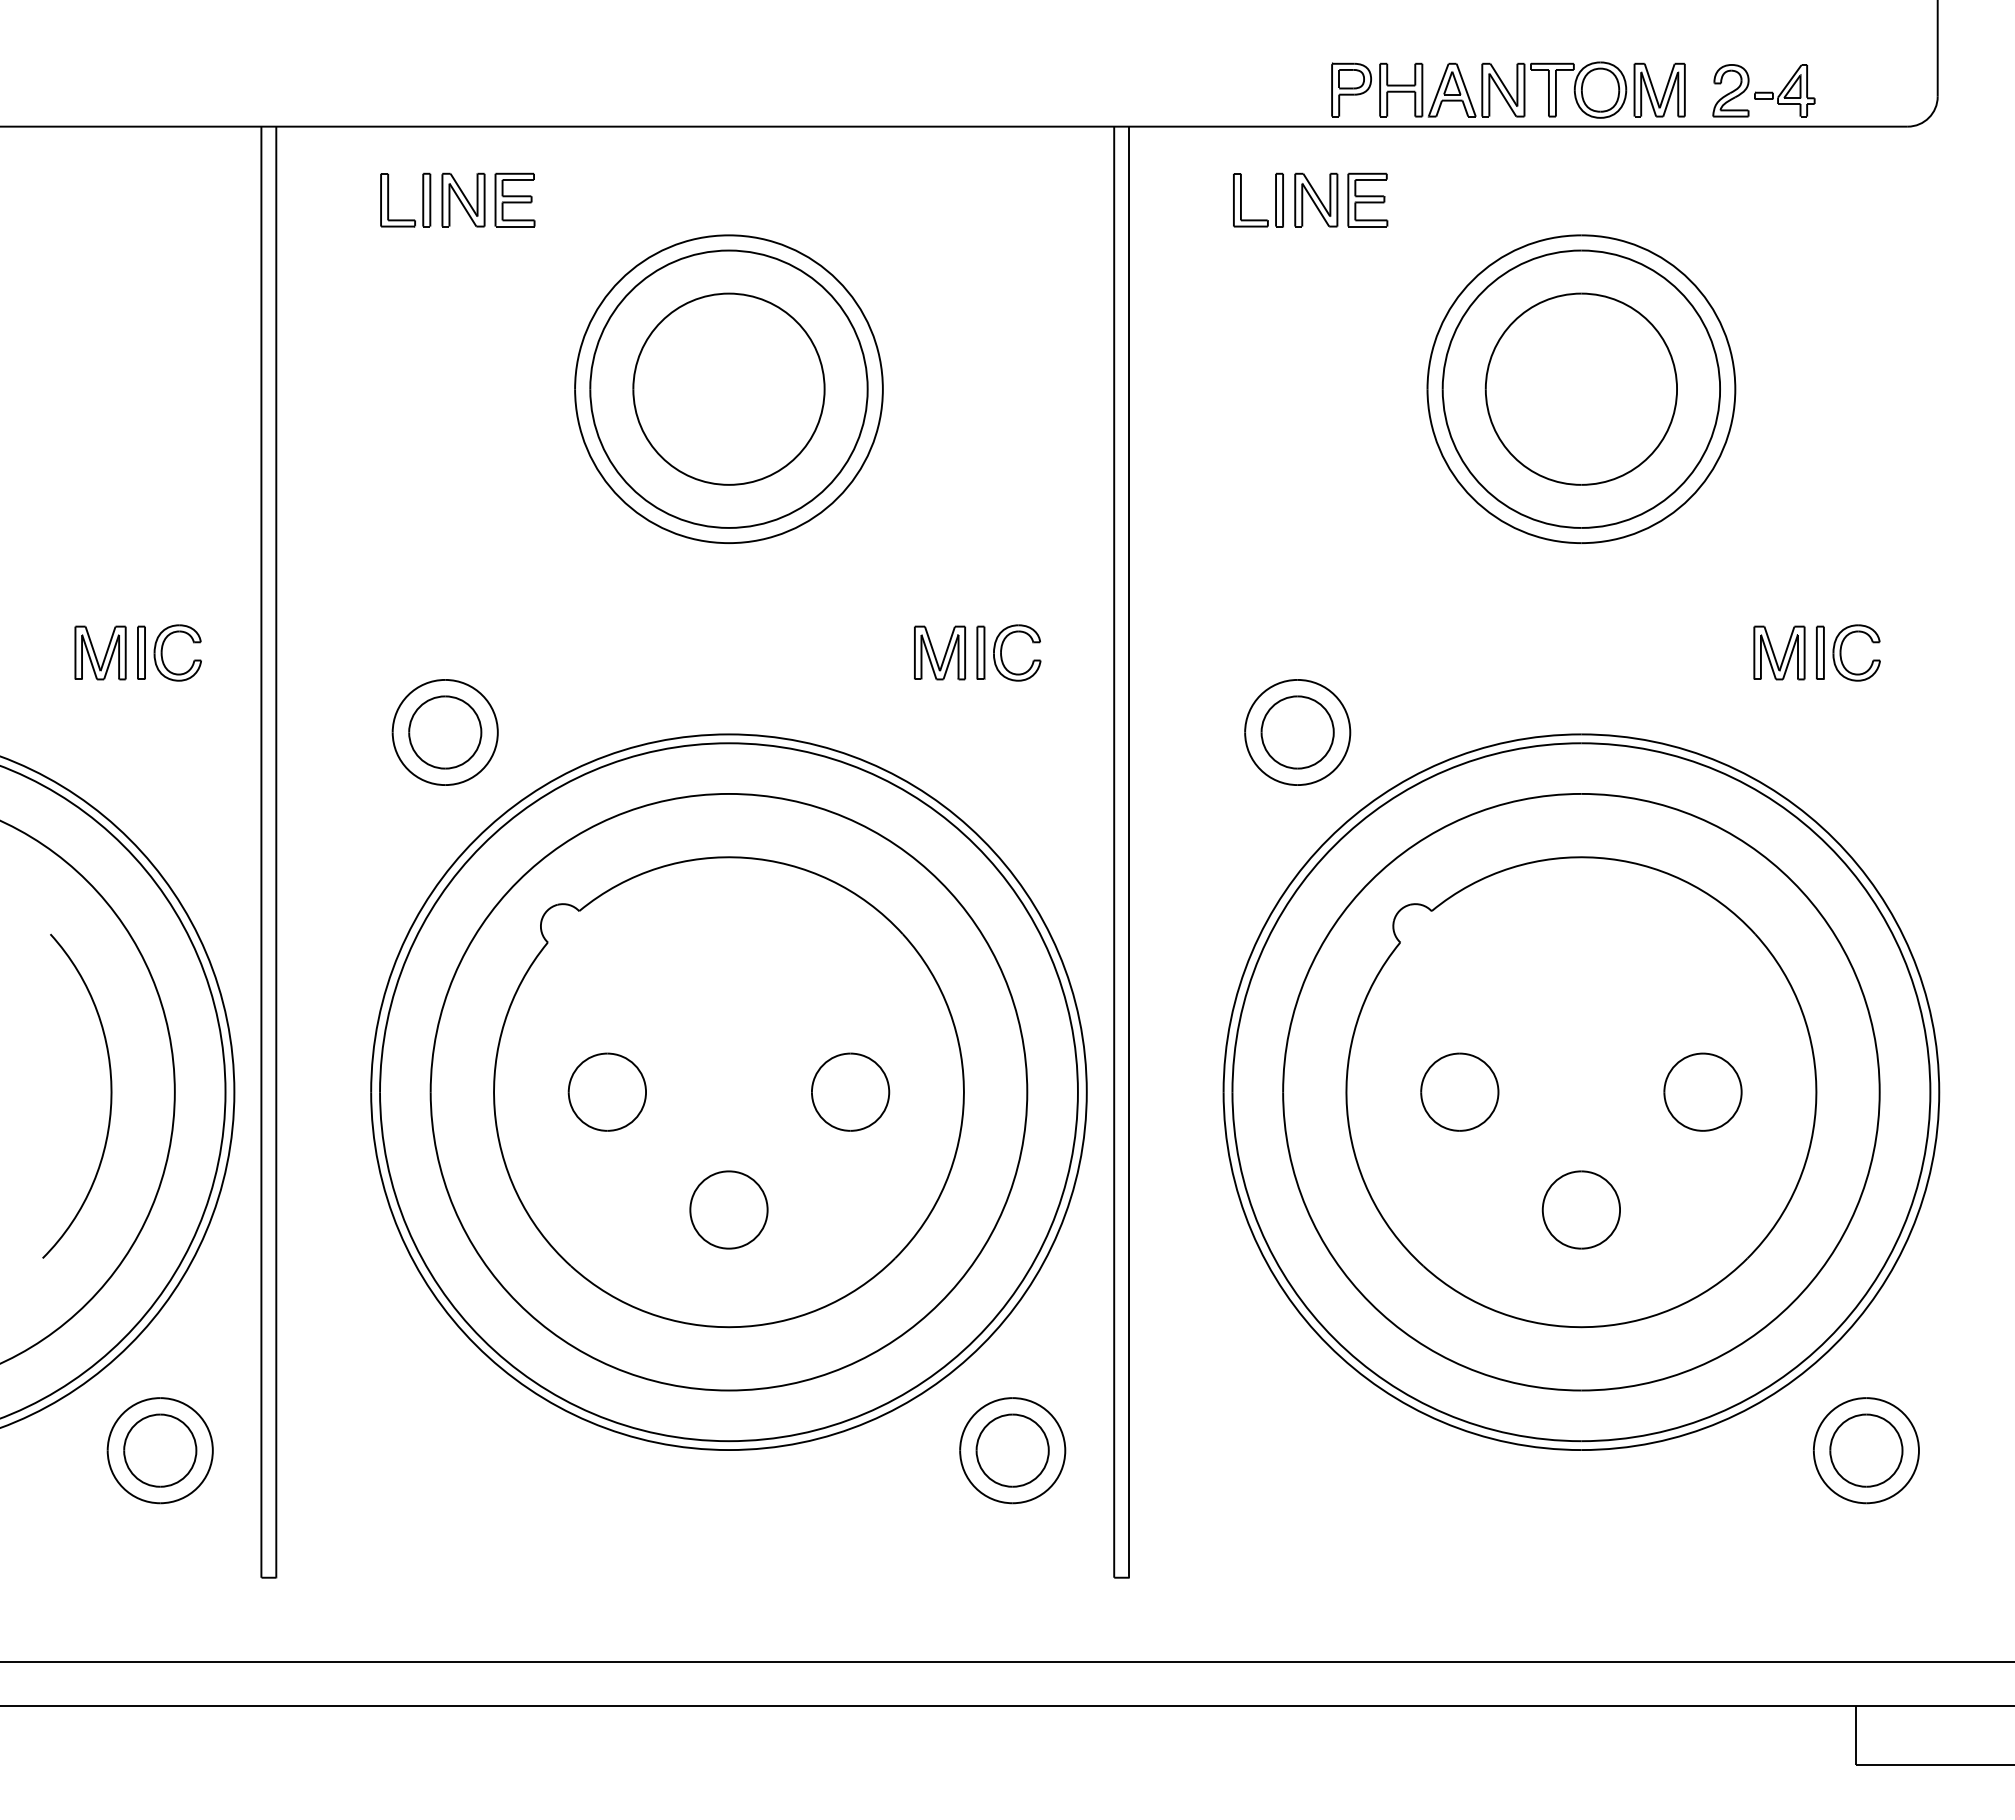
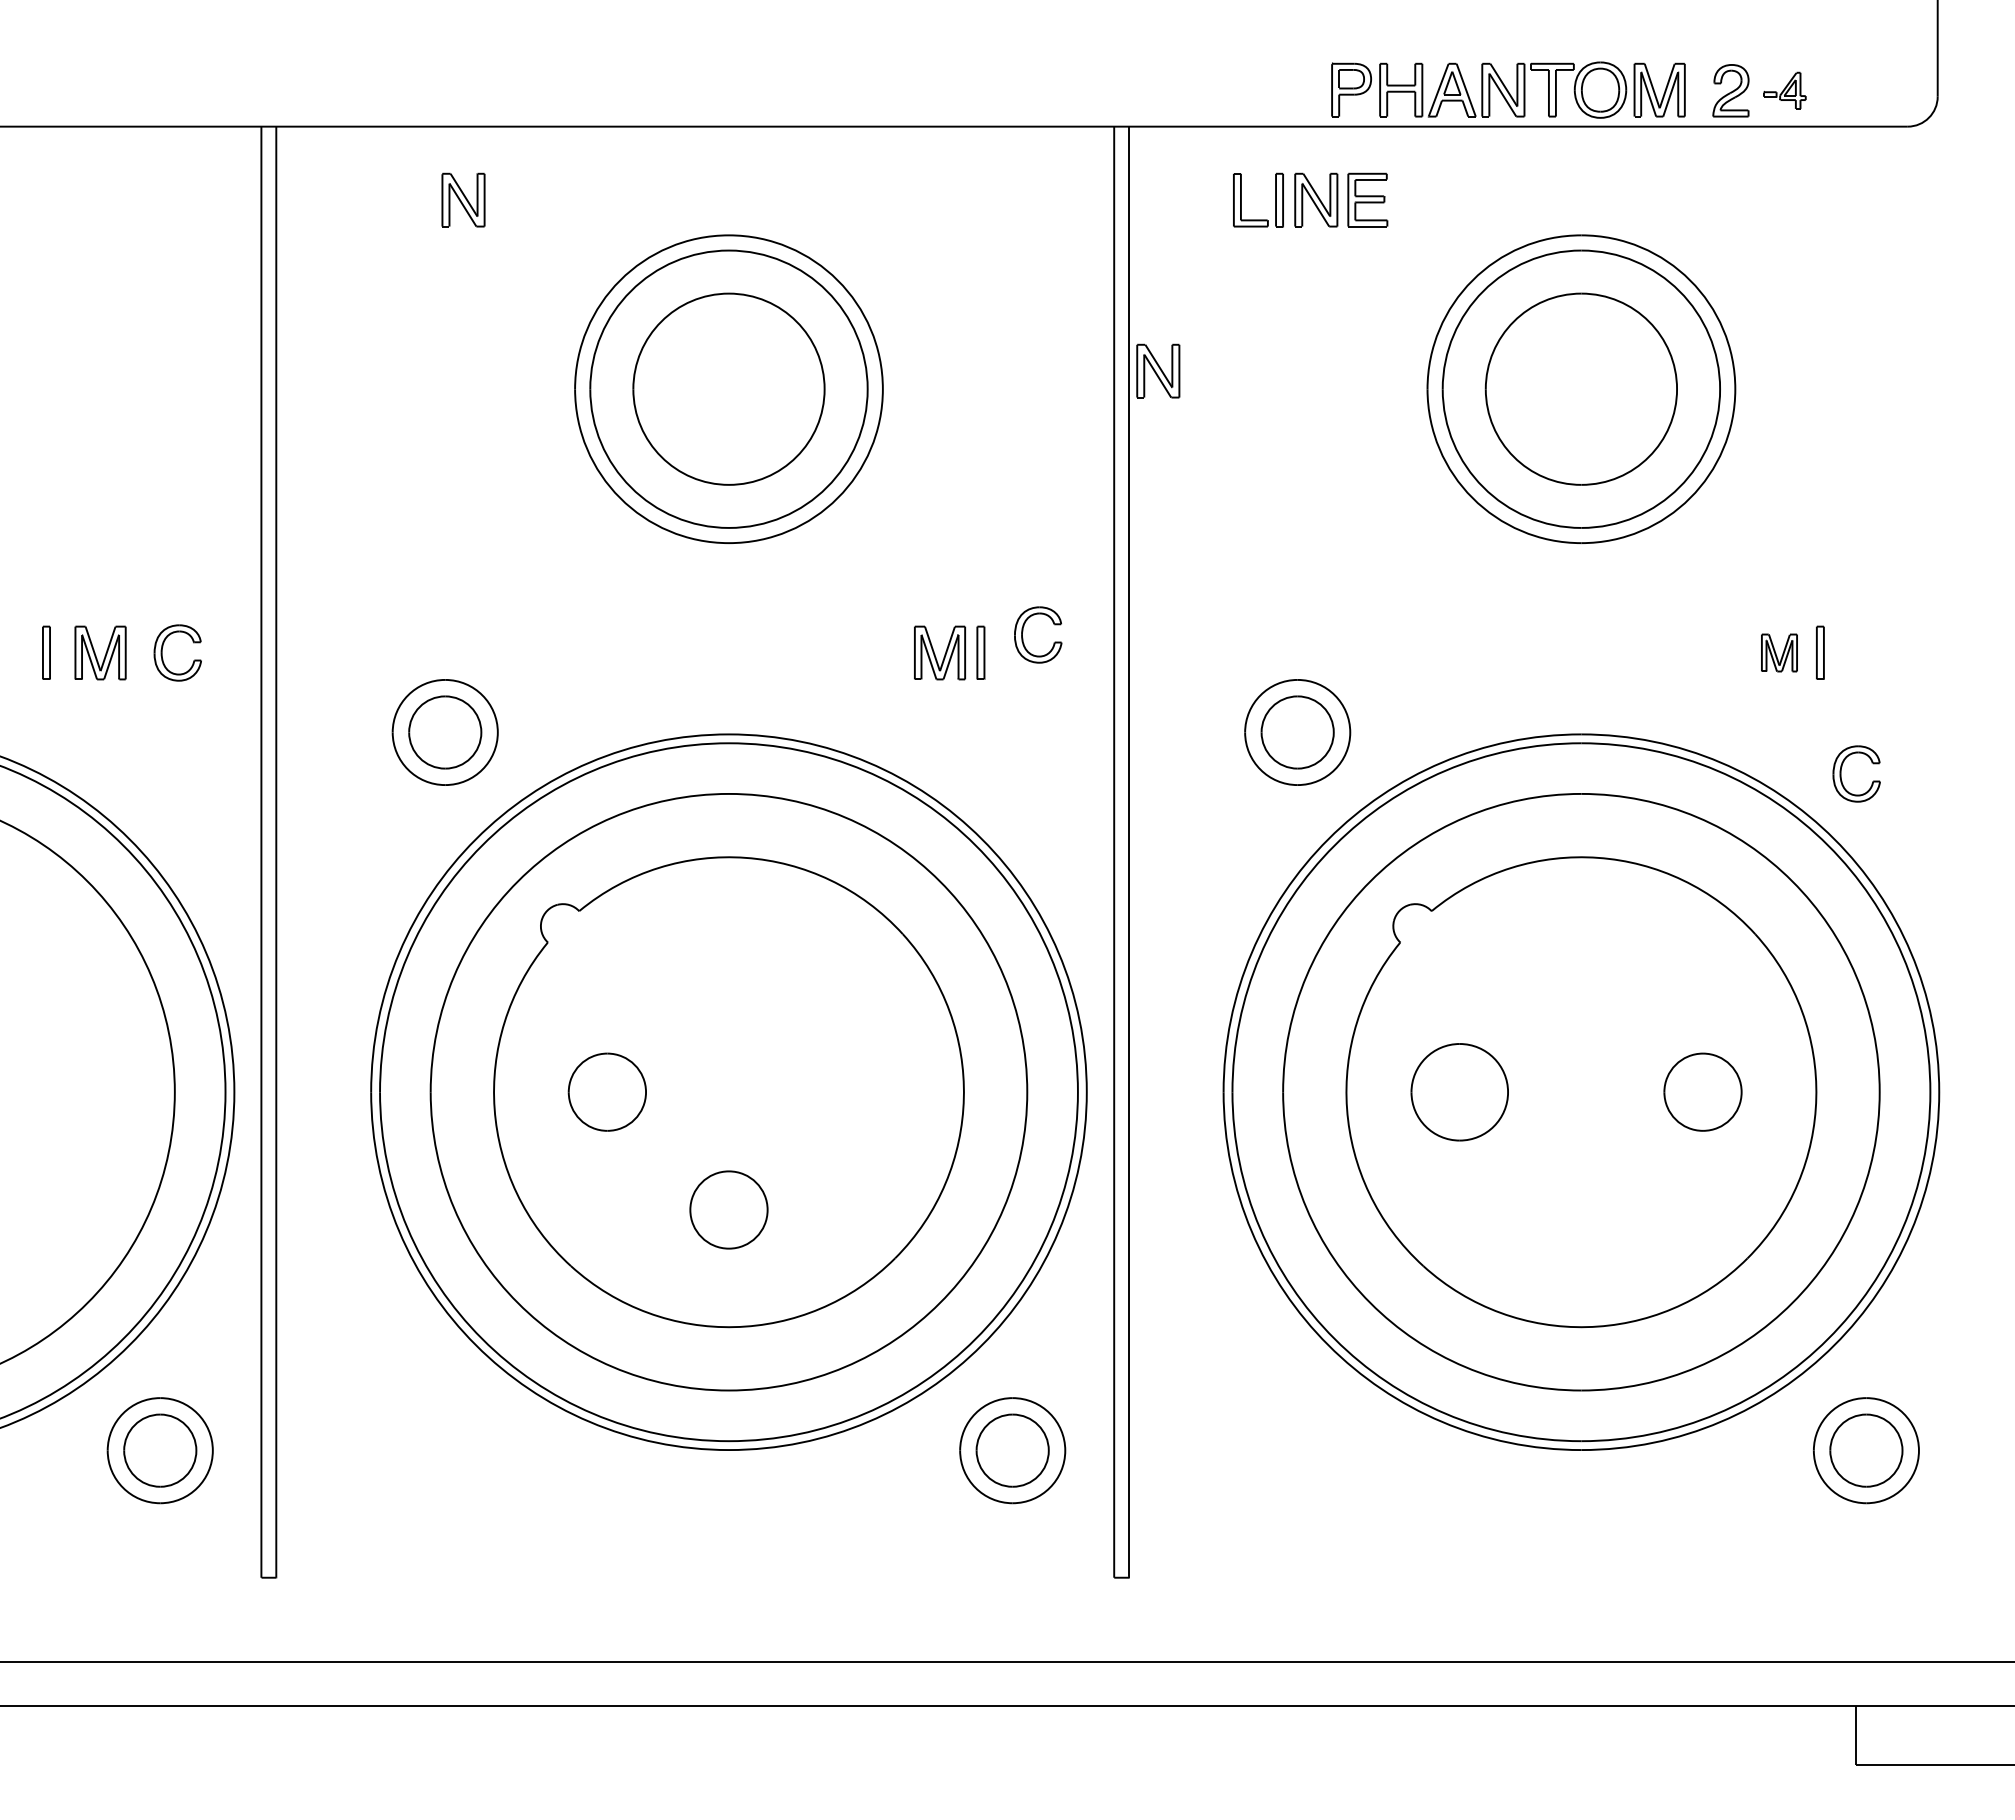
part at (1784, 90) size: 62x54 px -> 44x39 px
part at (388, 199): present -> none
part at (514, 199): present -> none
part at (1158, 370): none -> present
part at (1002, 649) position: (1002, 649) -> (1023, 631)
part at (141, 652) position: (141, 652) -> (46, 652)
part at (1779, 652) size: 53x56 px -> 37x40 px
part at (1841, 652) position: (1841, 652) -> (1841, 773)
part at (850, 1091): present -> none
part at (1459, 1091) size: 80x80 px -> 99x99 px
curve at (110, 1095): present -> none
part at (1580, 1209): present -> none
